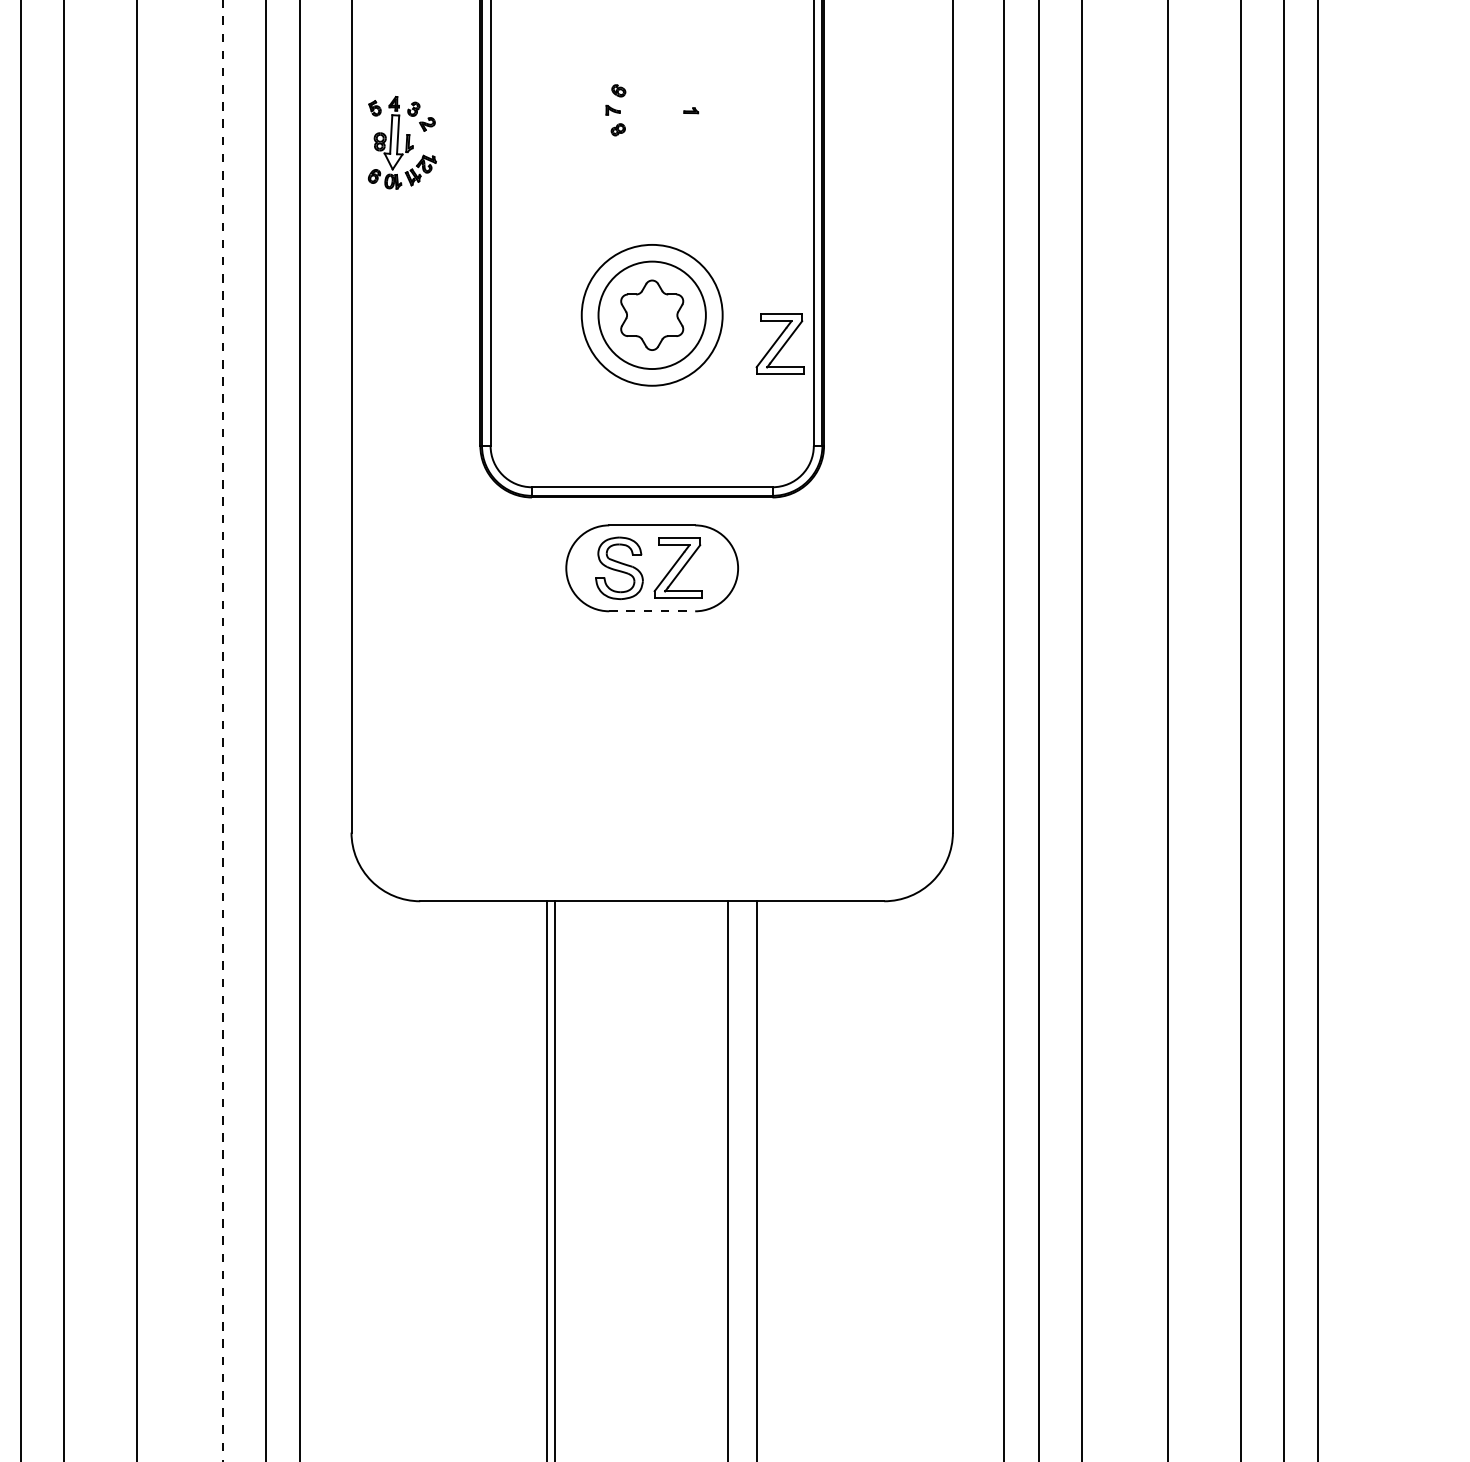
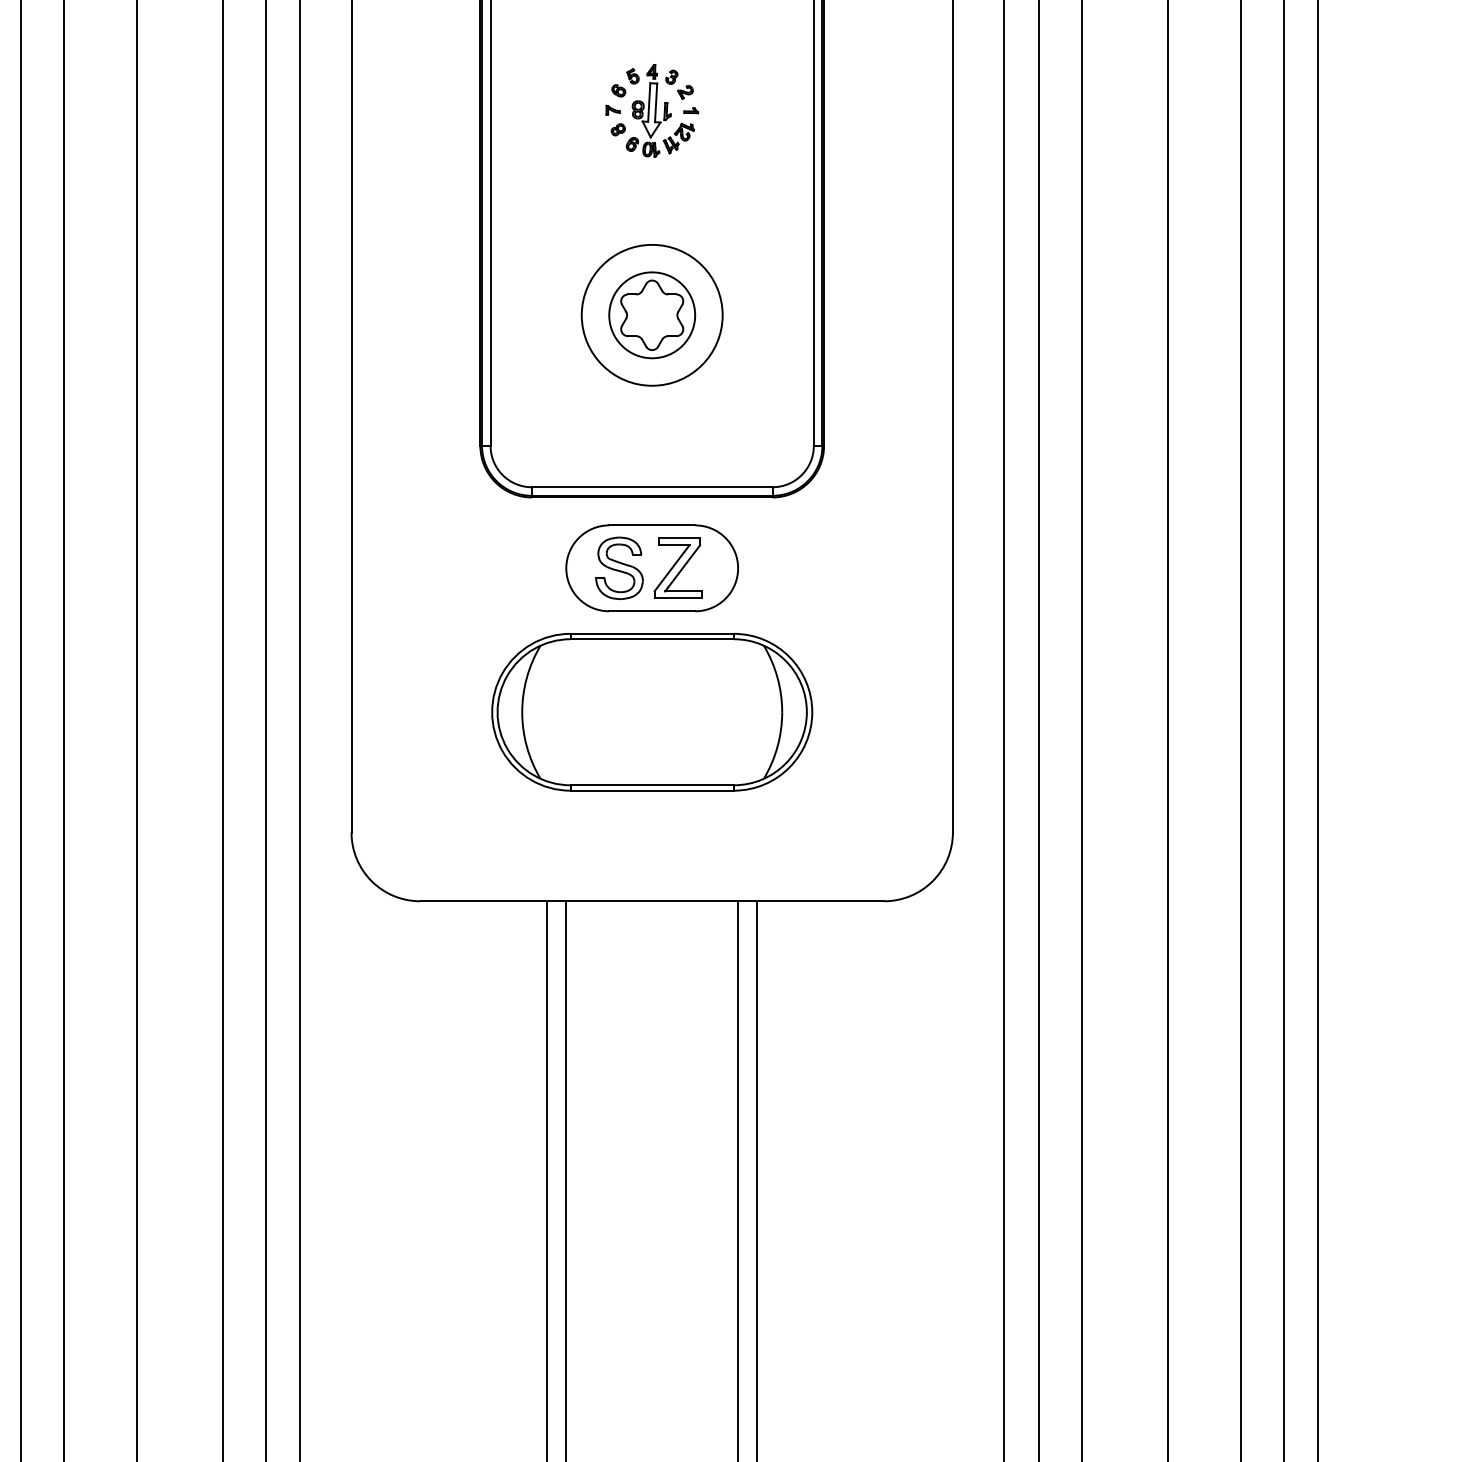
part at (401, 142) position: (401, 142) -> (659, 110)
circle at (651, 315) diameter: 107 px -> 86 px
part at (779, 343): present -> none
line at (652, 611): dashed -> solid
part at (652, 711): none -> present
line at (222, 731): dashed -> solid
line at (555, 1179) position: (555, 1179) -> (566, 1179)
line at (728, 1179) position: (728, 1179) -> (738, 1179)
